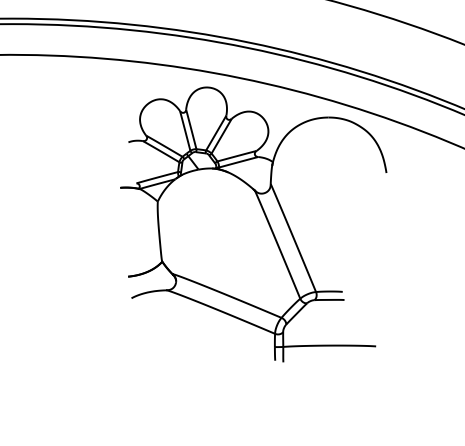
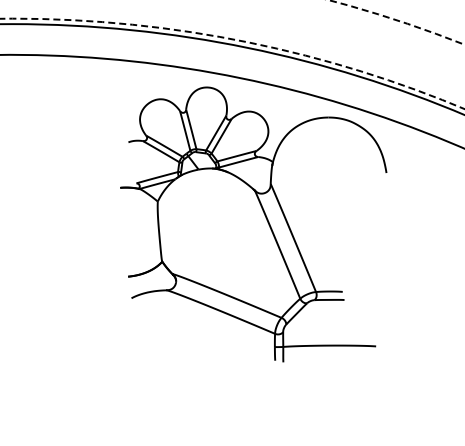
circle at (396, 22): solid -> dashed
circle at (232, 63): solid -> dashed
